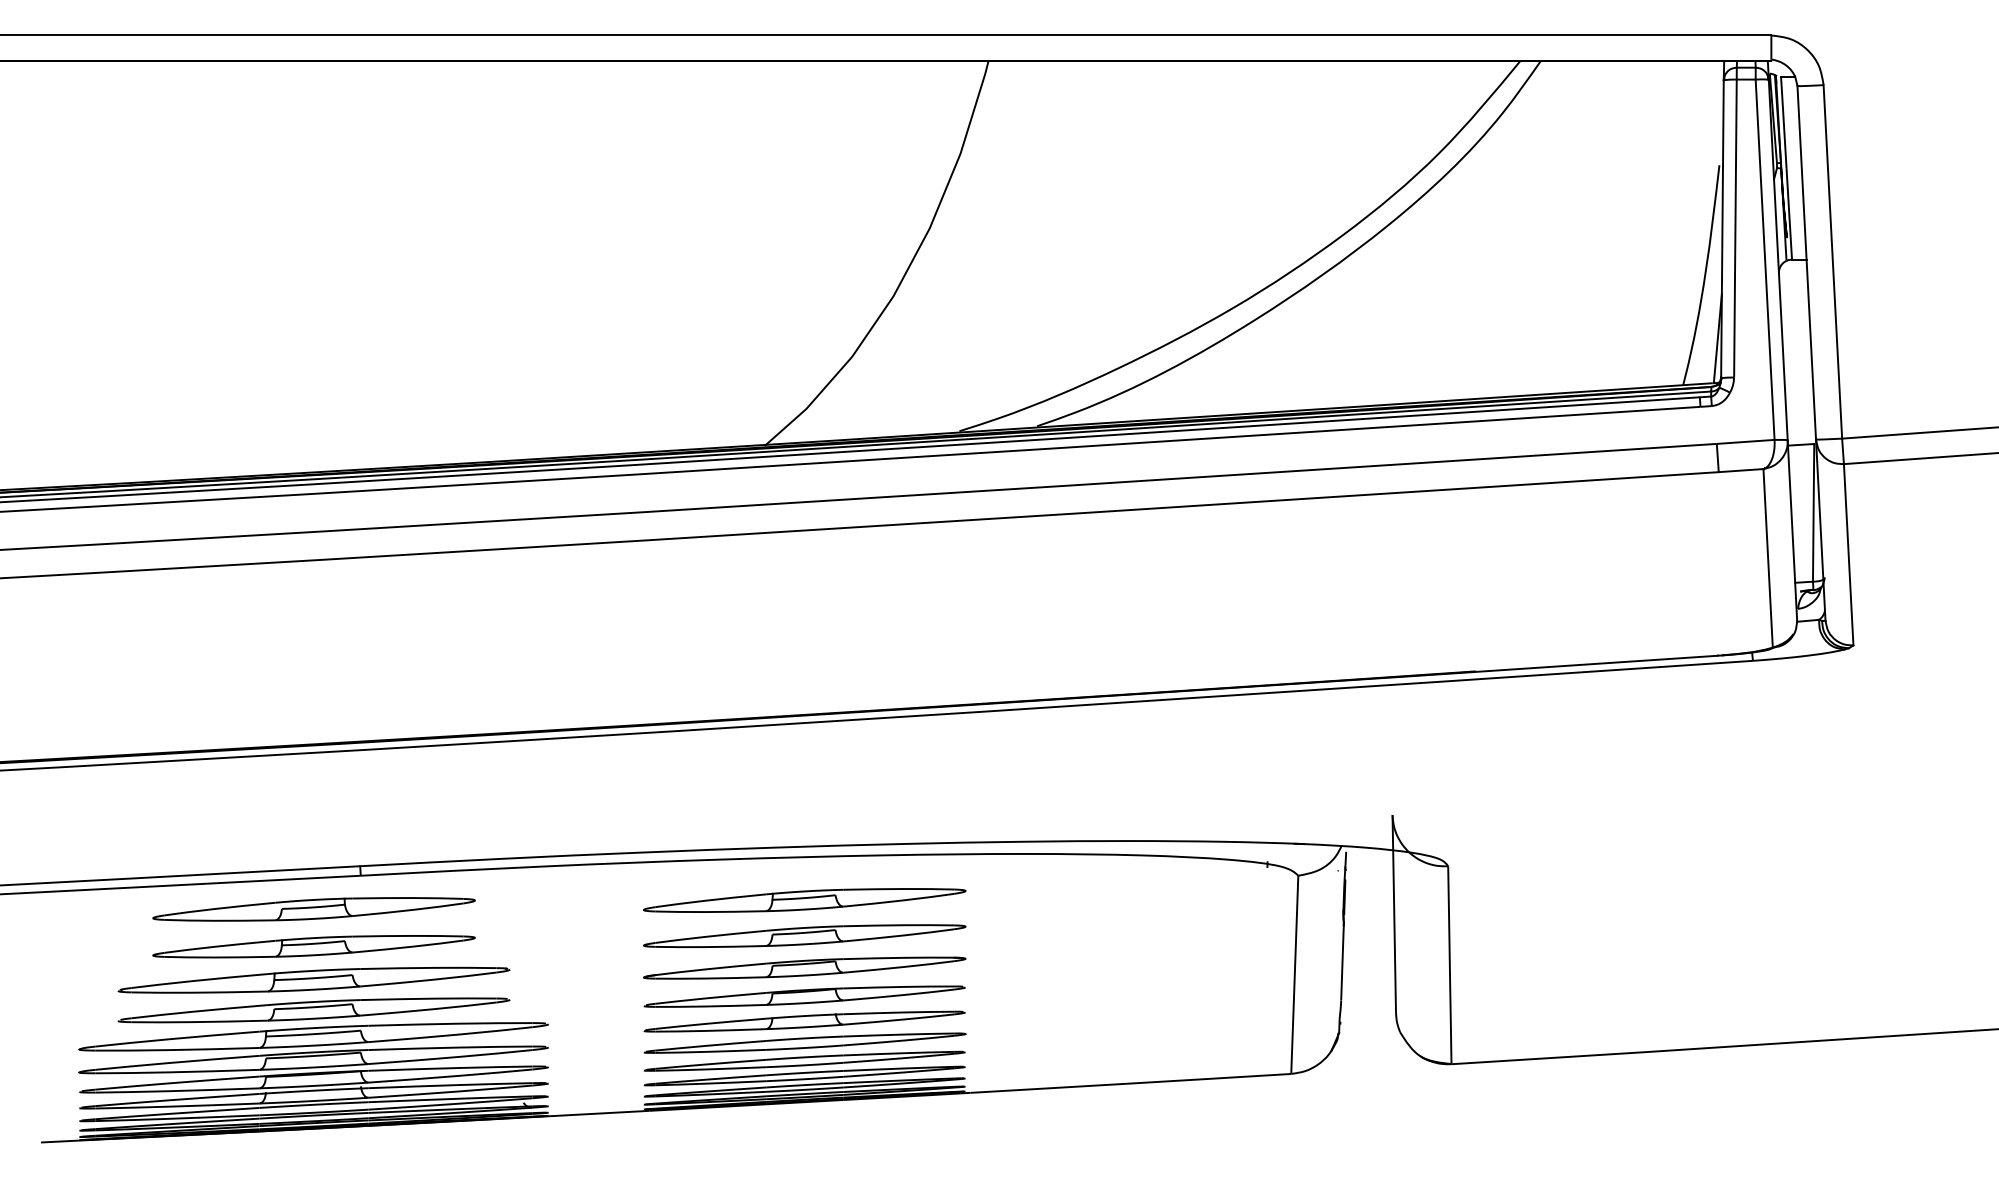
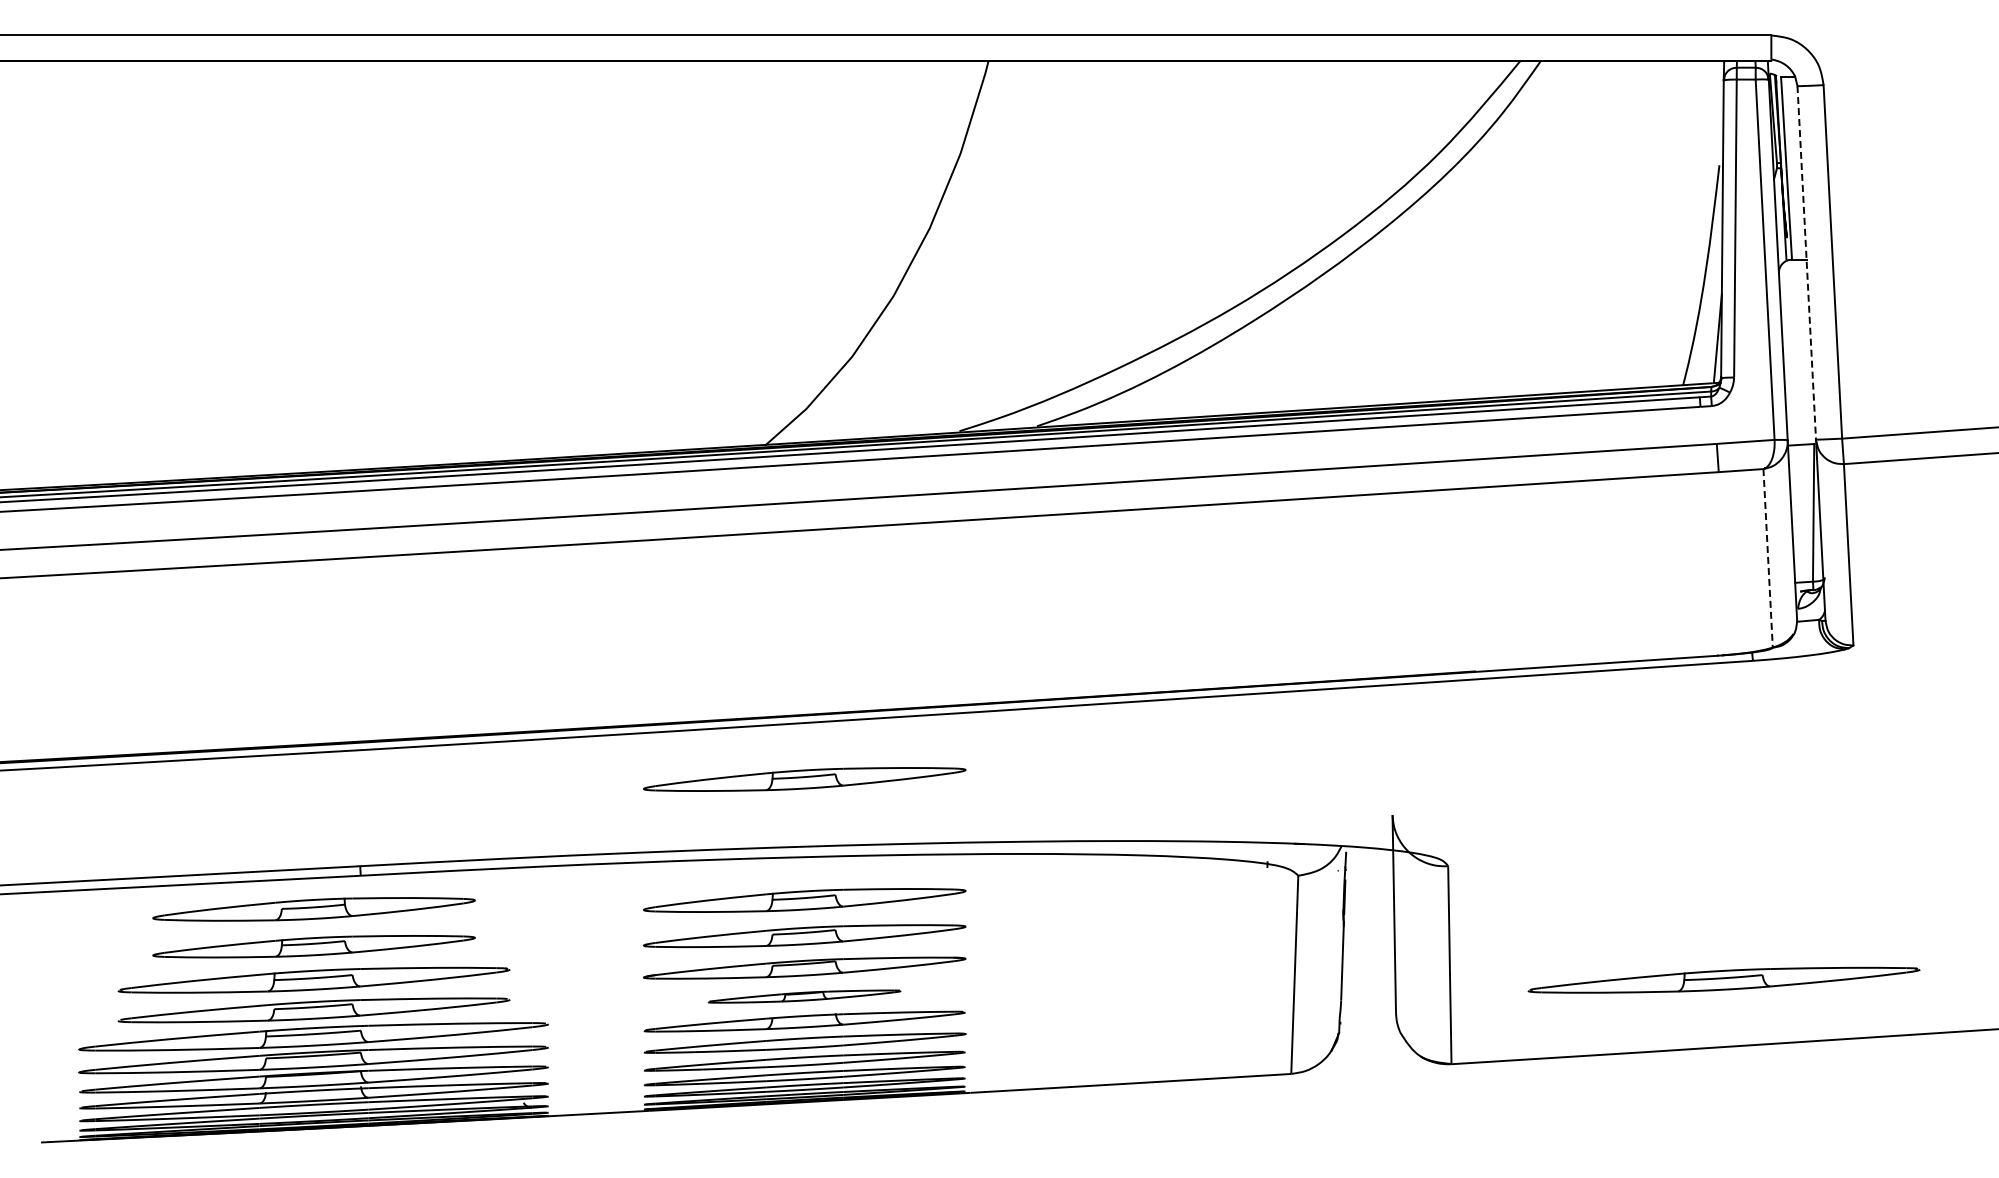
line at (1806, 262): solid -> dashed
line at (1768, 558): solid -> dashed
part at (804, 779): none -> present
part at (1723, 979): none -> present
part at (804, 996) size: 323x23 px -> 194x15 px
